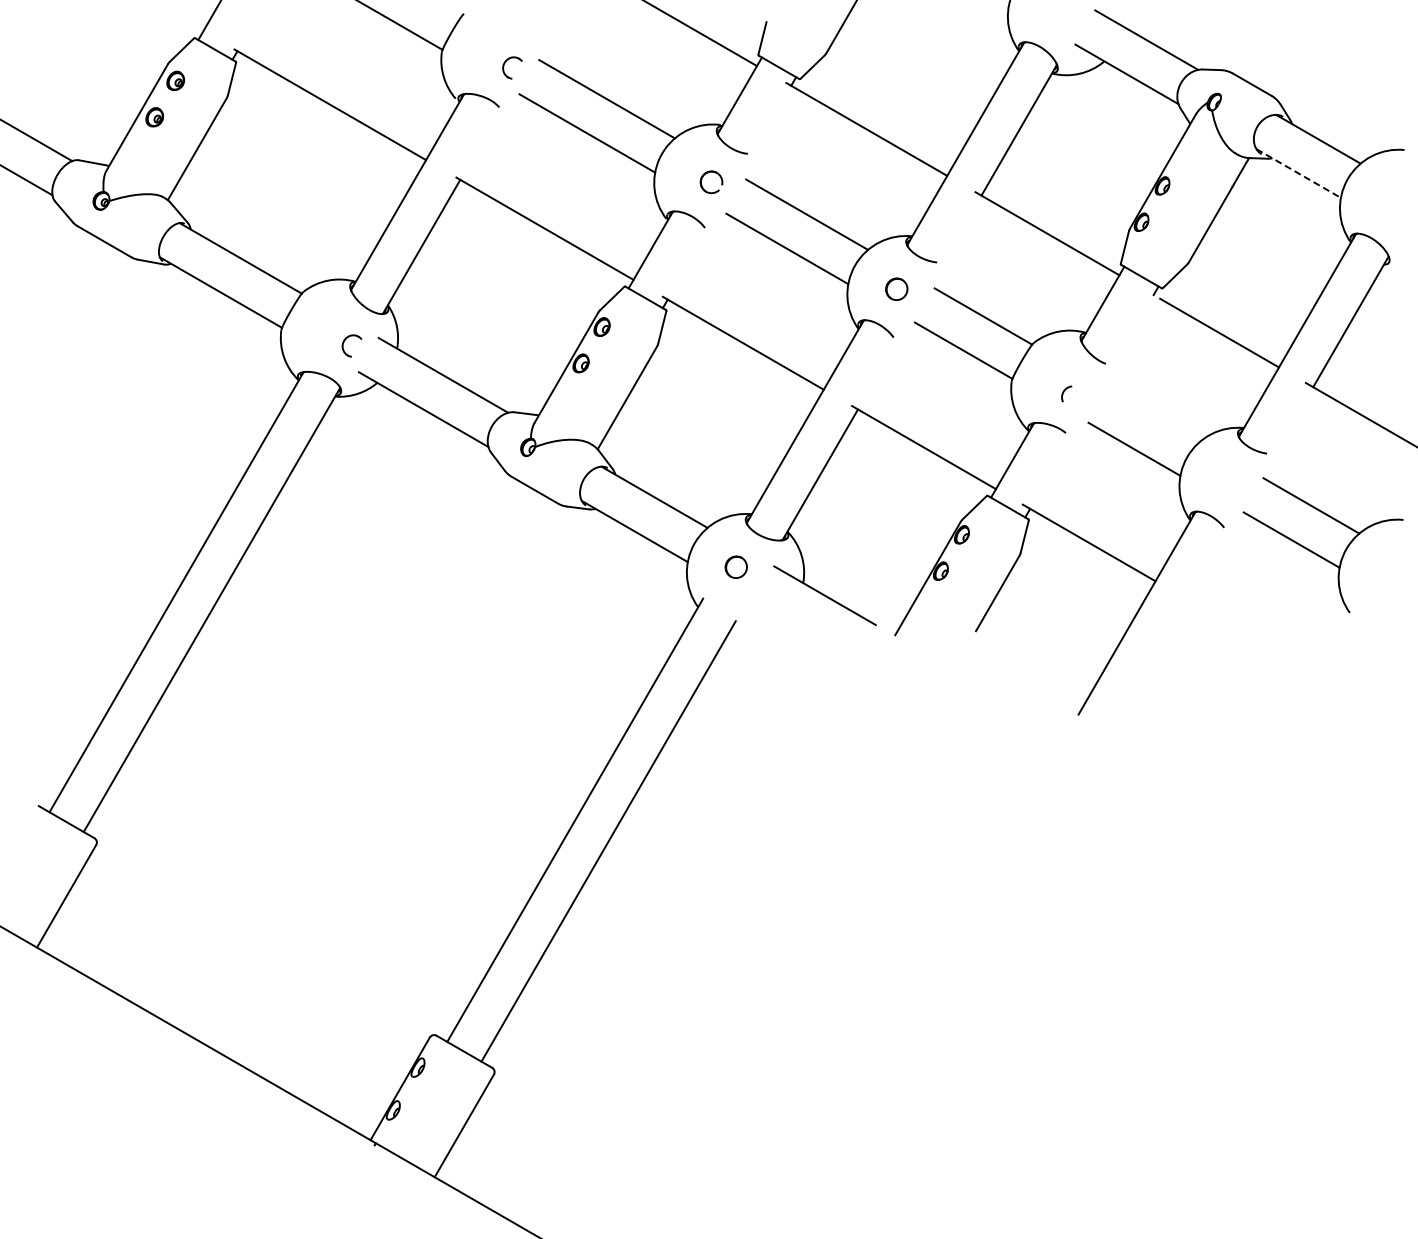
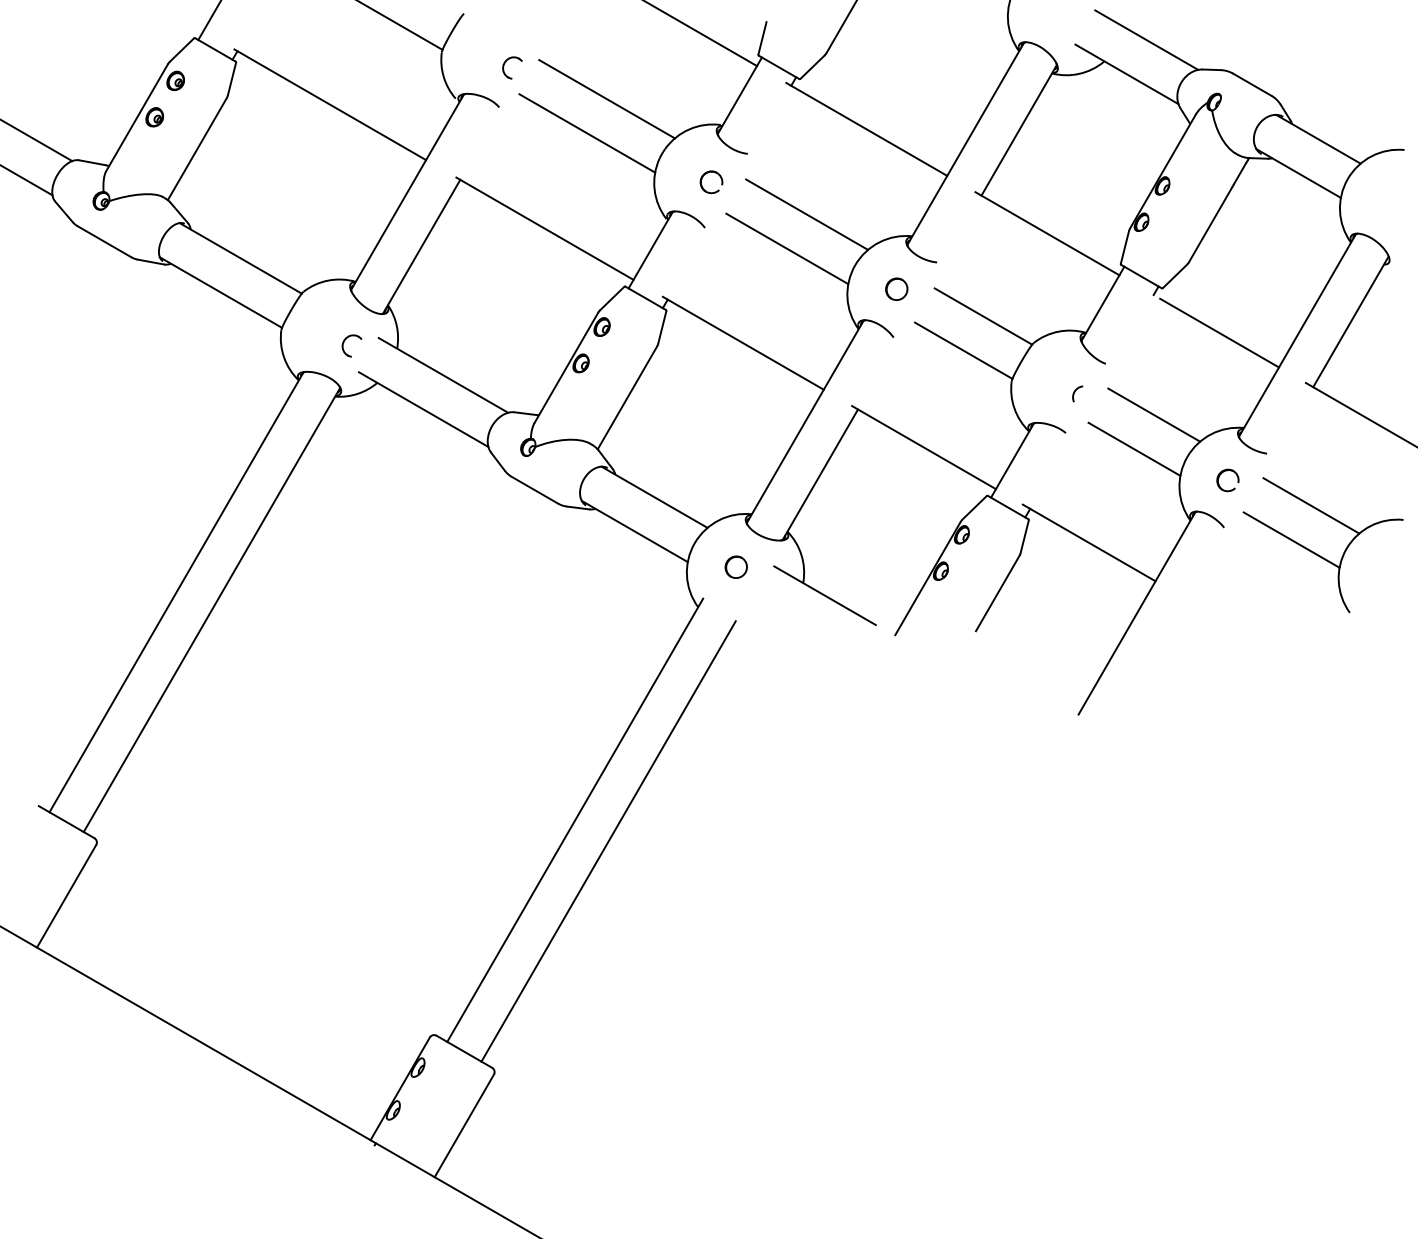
line at (1298, 173): dashed -> solid
curve at (1064, 392) position: (1064, 392) -> (1075, 392)
line at (1154, 414): none -> present
part at (1219, 478): none -> present
